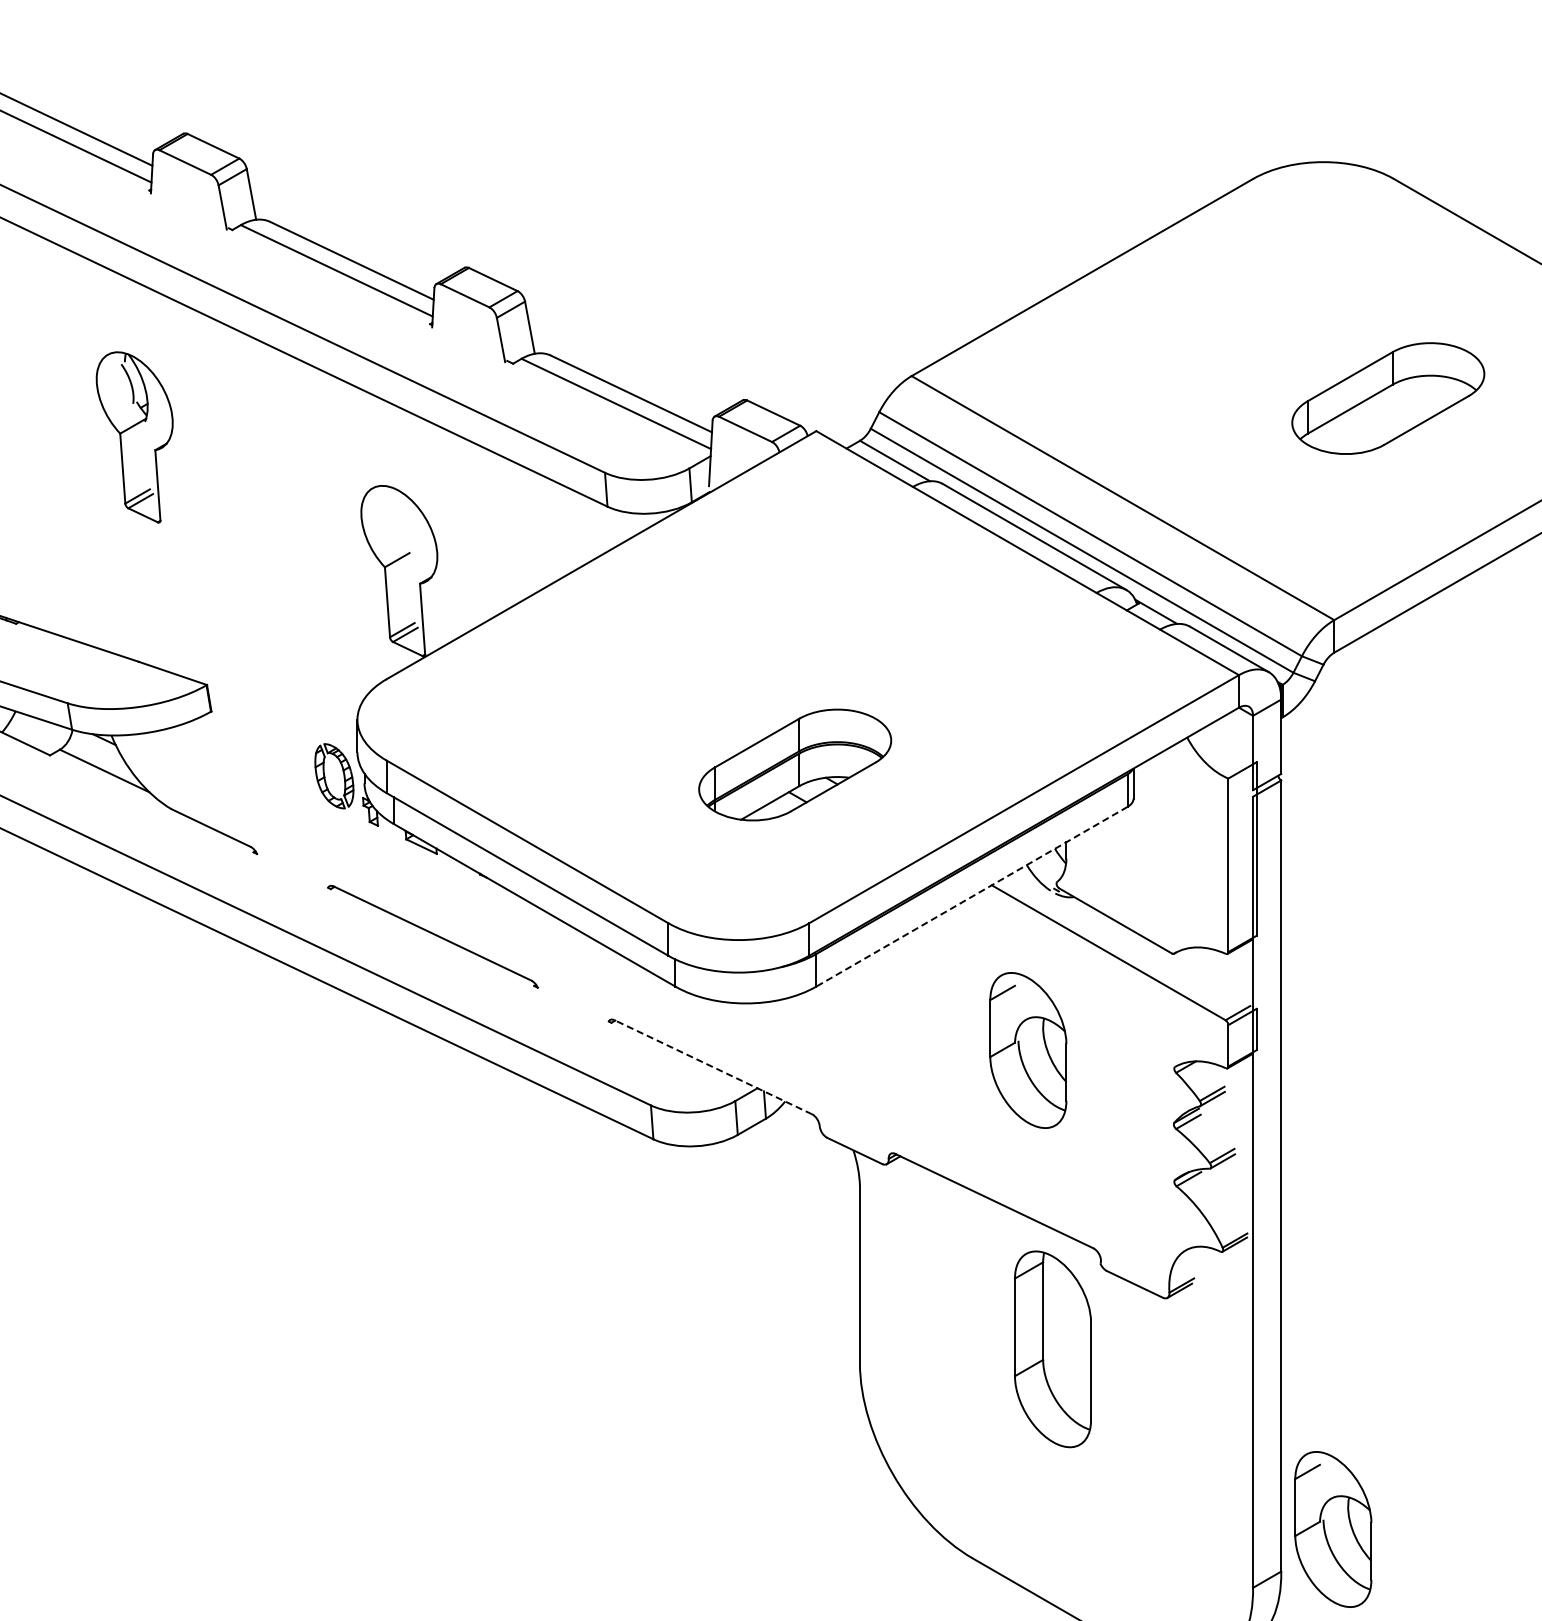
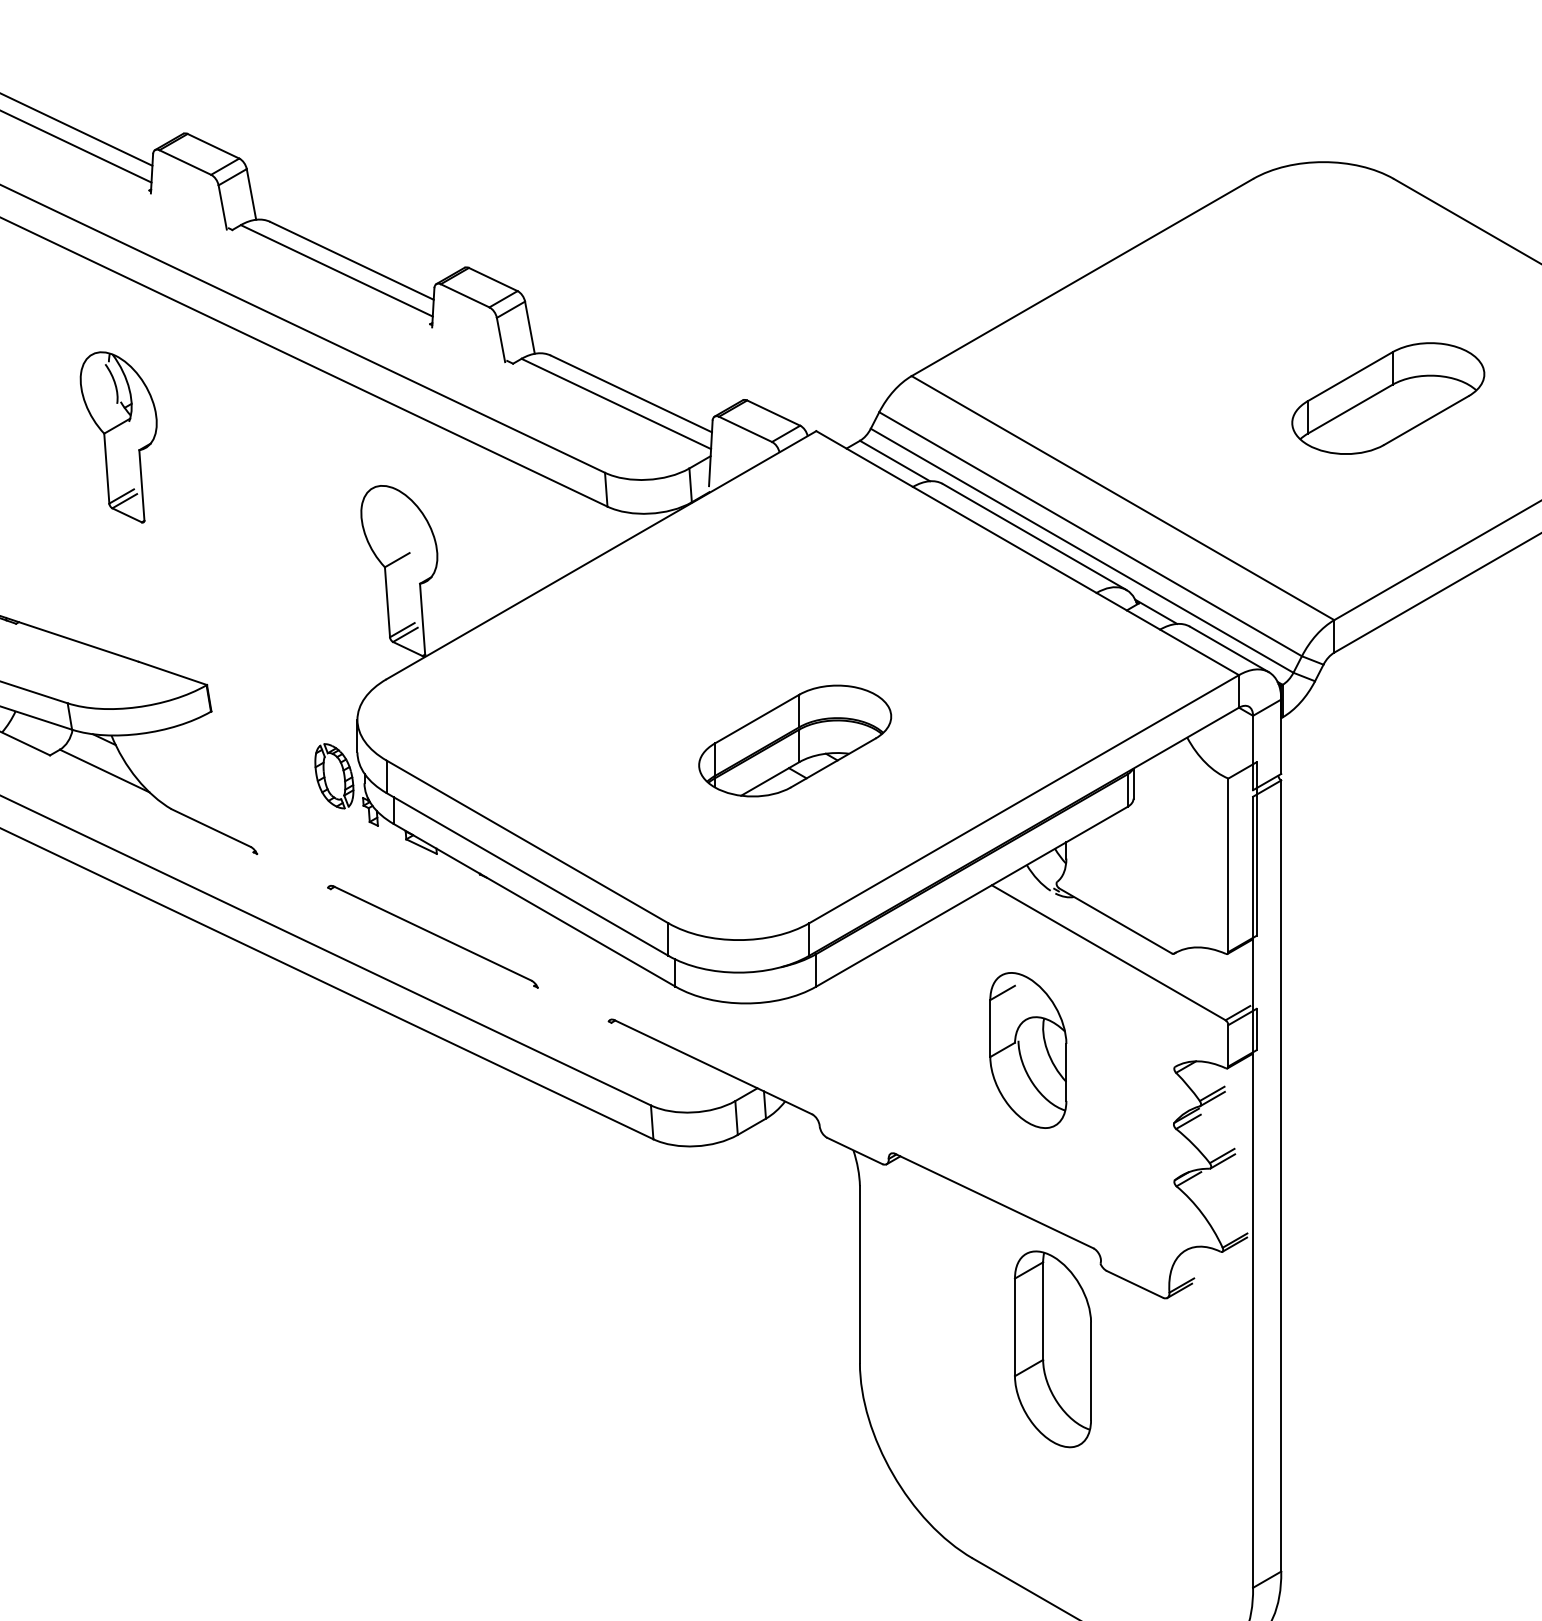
part at (134, 437) position: (134, 437) -> (118, 437)
part at (795, 764) position: (795, 764) -> (795, 740)
line at (972, 896): dashed -> solid
line at (712, 1067): dashed -> solid
part at (1333, 1529): present -> none
